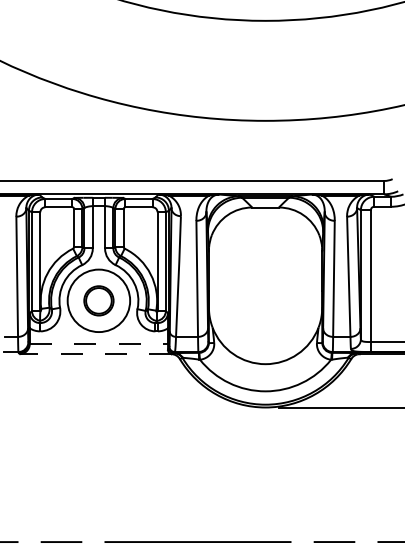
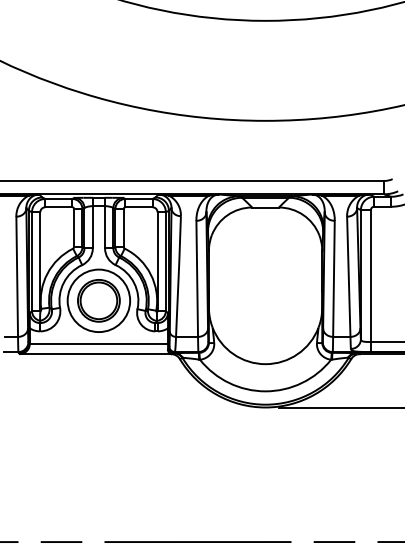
part at (98, 300) size: 32x32 px -> 44x44 px
line at (99, 344): dashed -> solid
line at (95, 354): dashed -> solid
